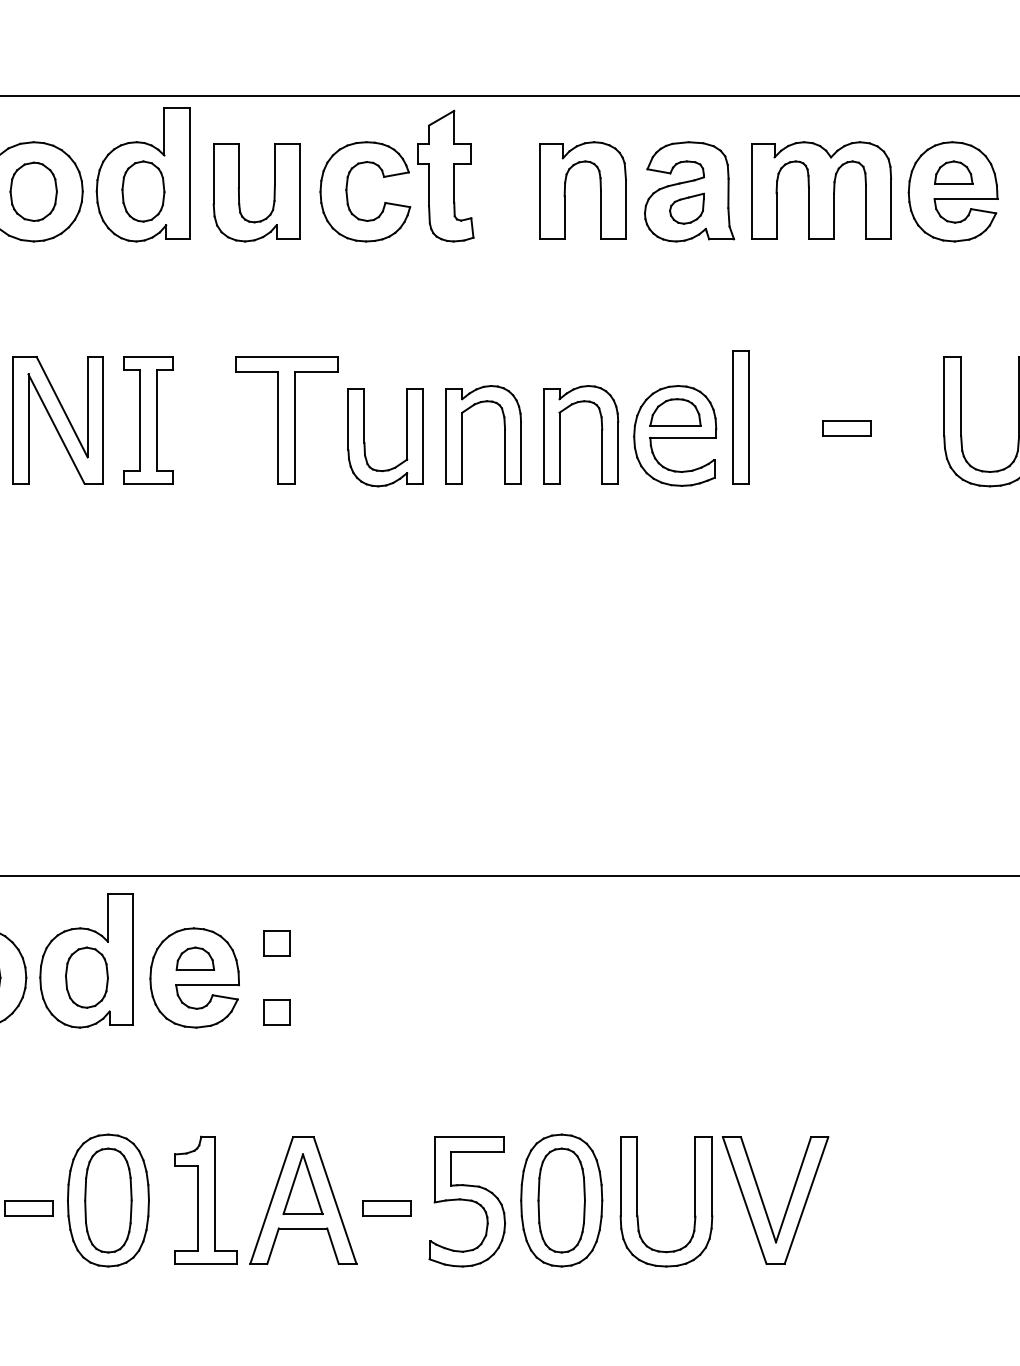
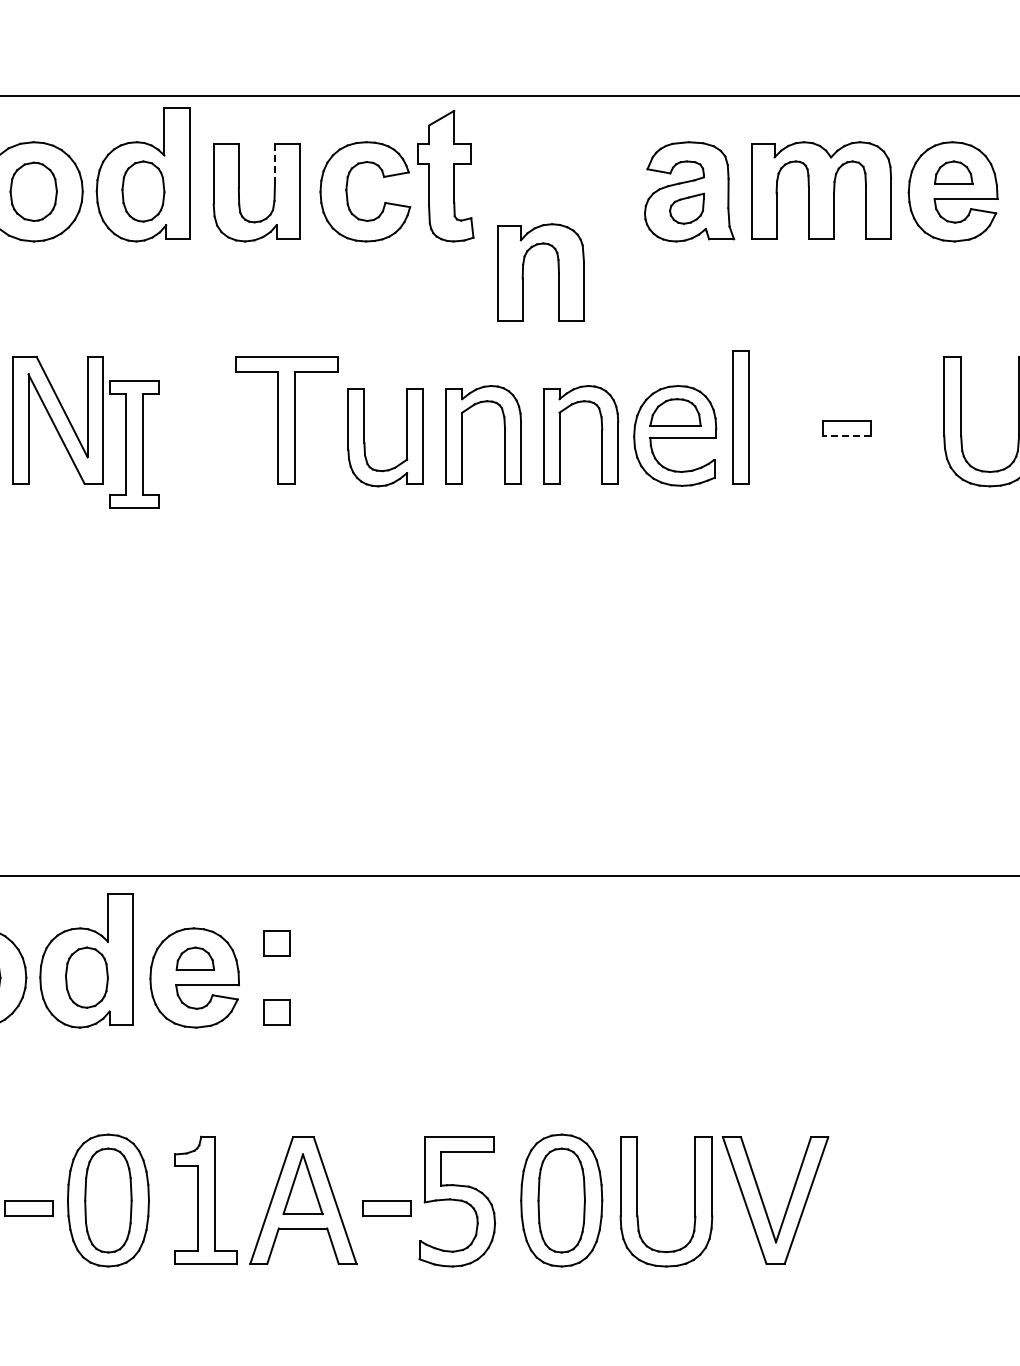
line at (274, 163): solid -> dashed
part at (565, 190) position: (565, 190) -> (523, 272)
part at (148, 420) position: (148, 420) -> (134, 444)
line at (846, 435): solid -> dashed
part at (466, 1201) position: (466, 1201) -> (456, 1201)
